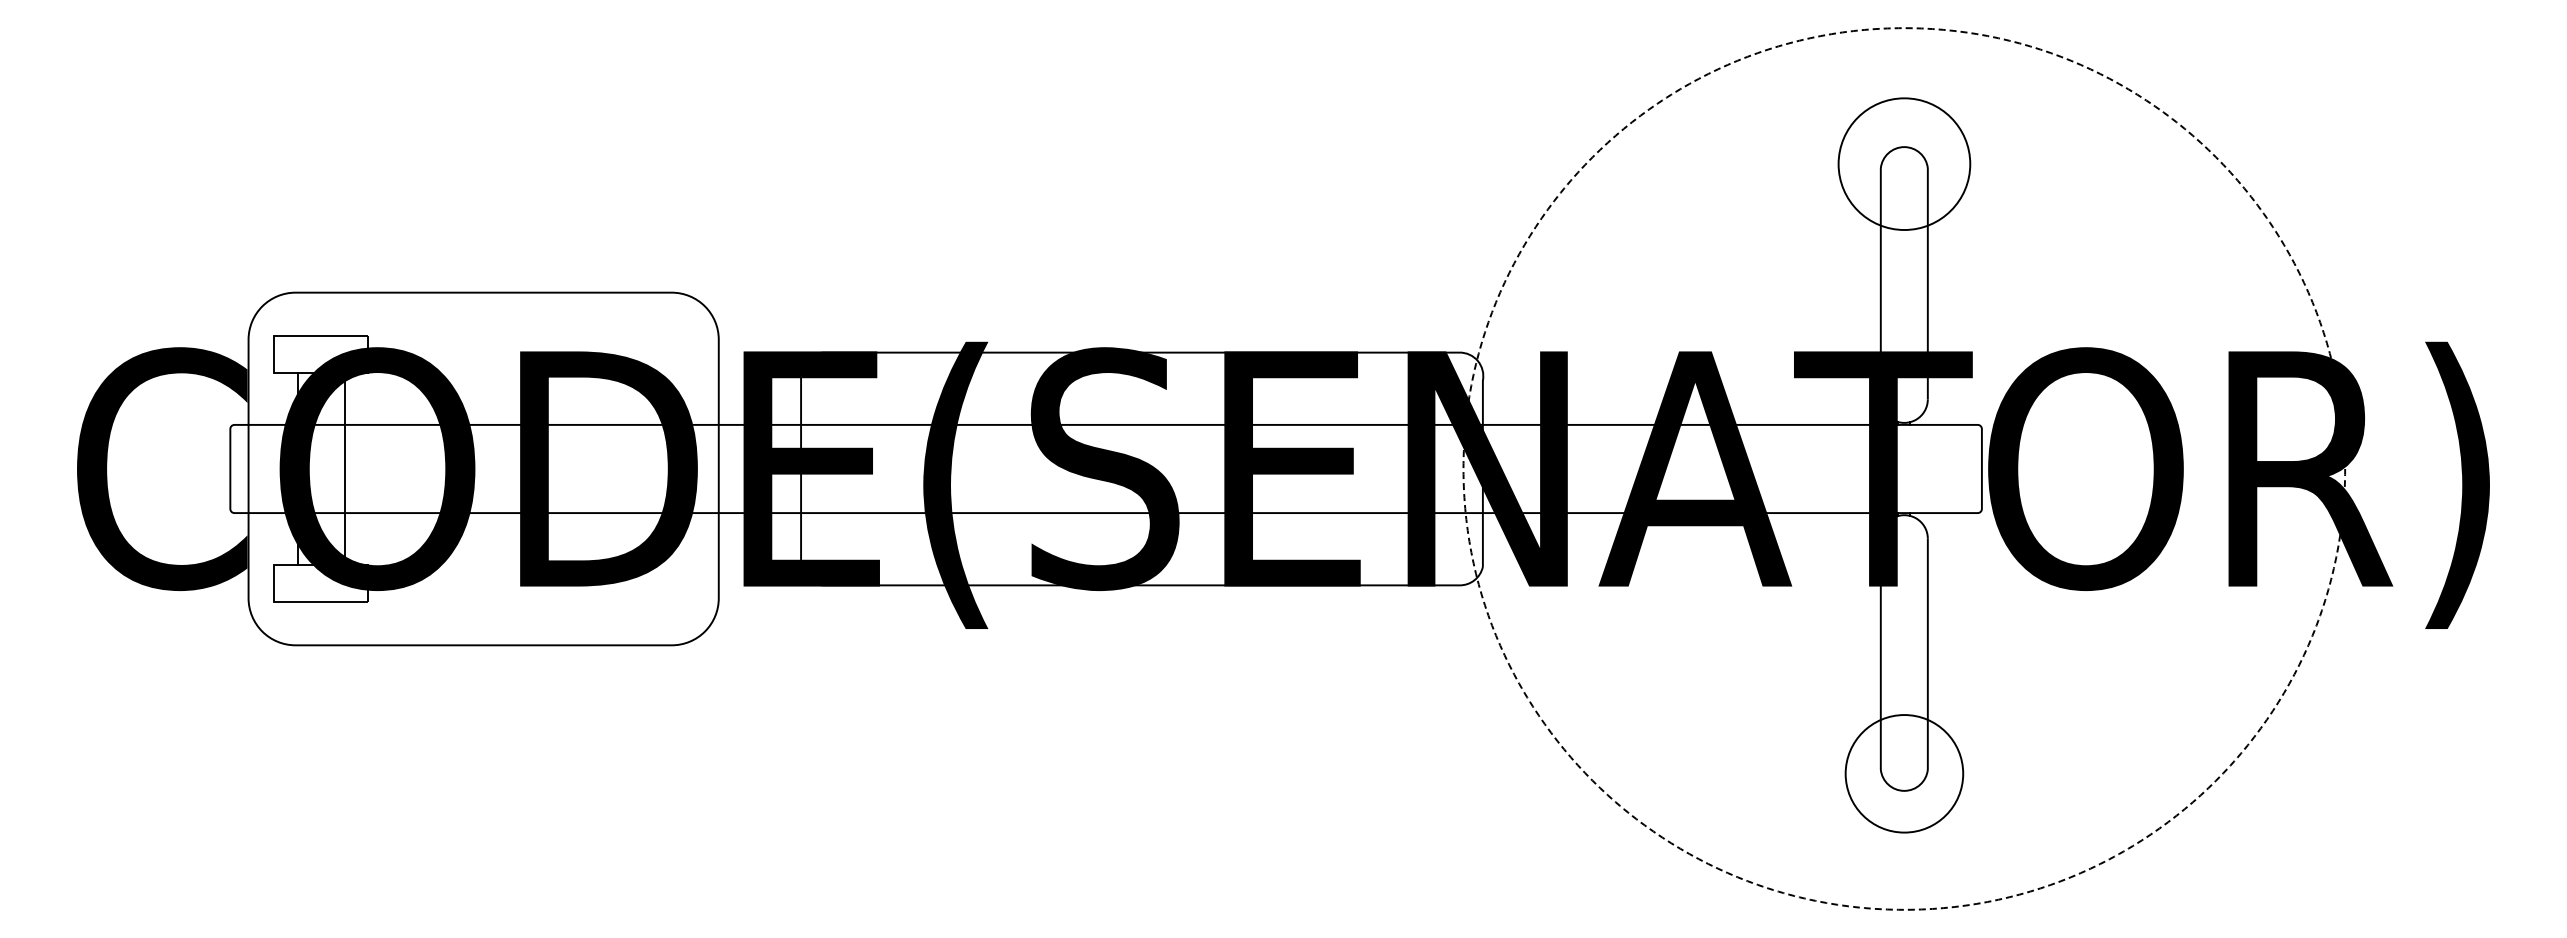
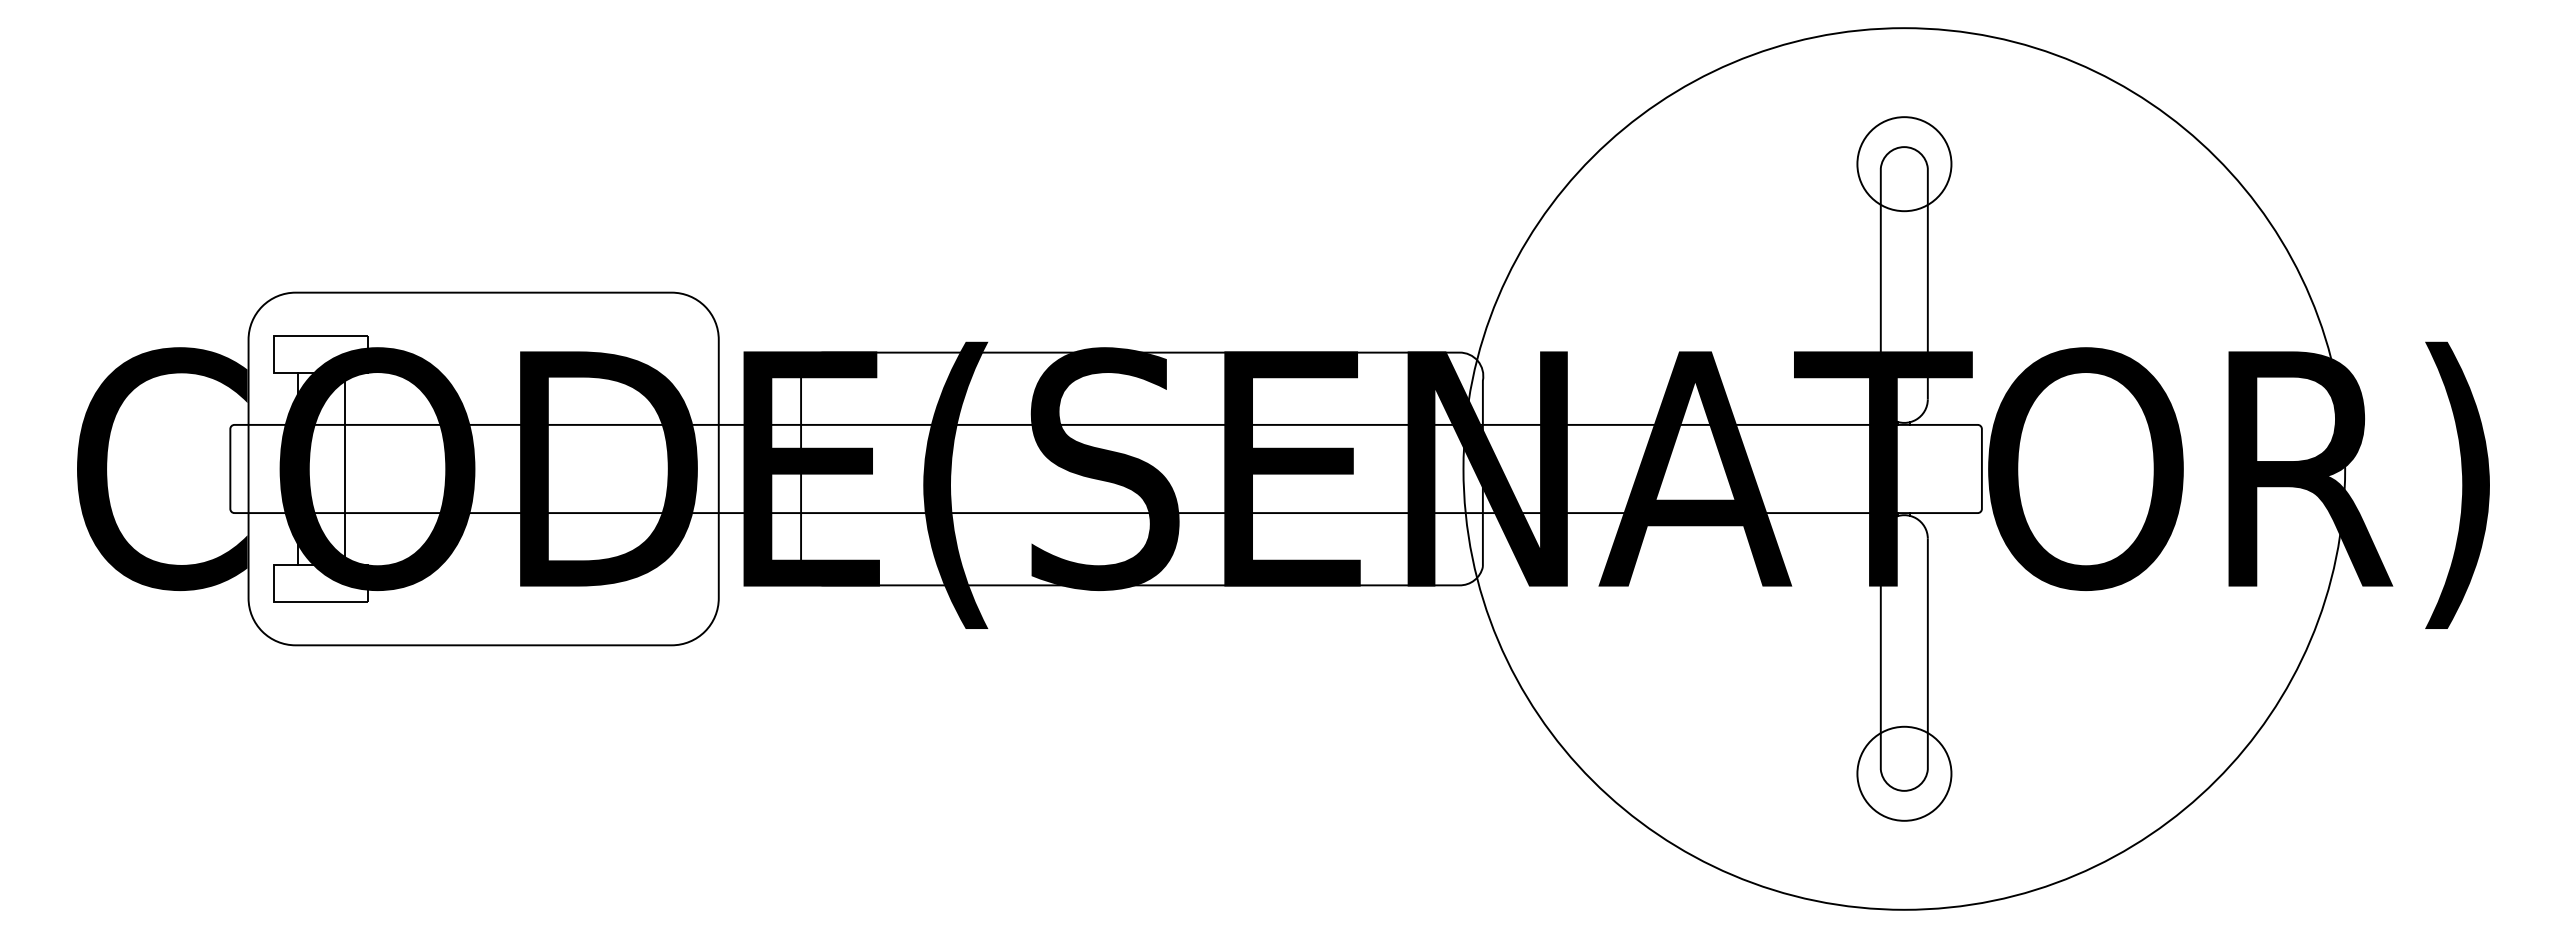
circle at (1904, 164) diameter: 132 px -> 94 px
circle at (1904, 468): dashed -> solid
circle at (1904, 773) diameter: 118 px -> 94 px
